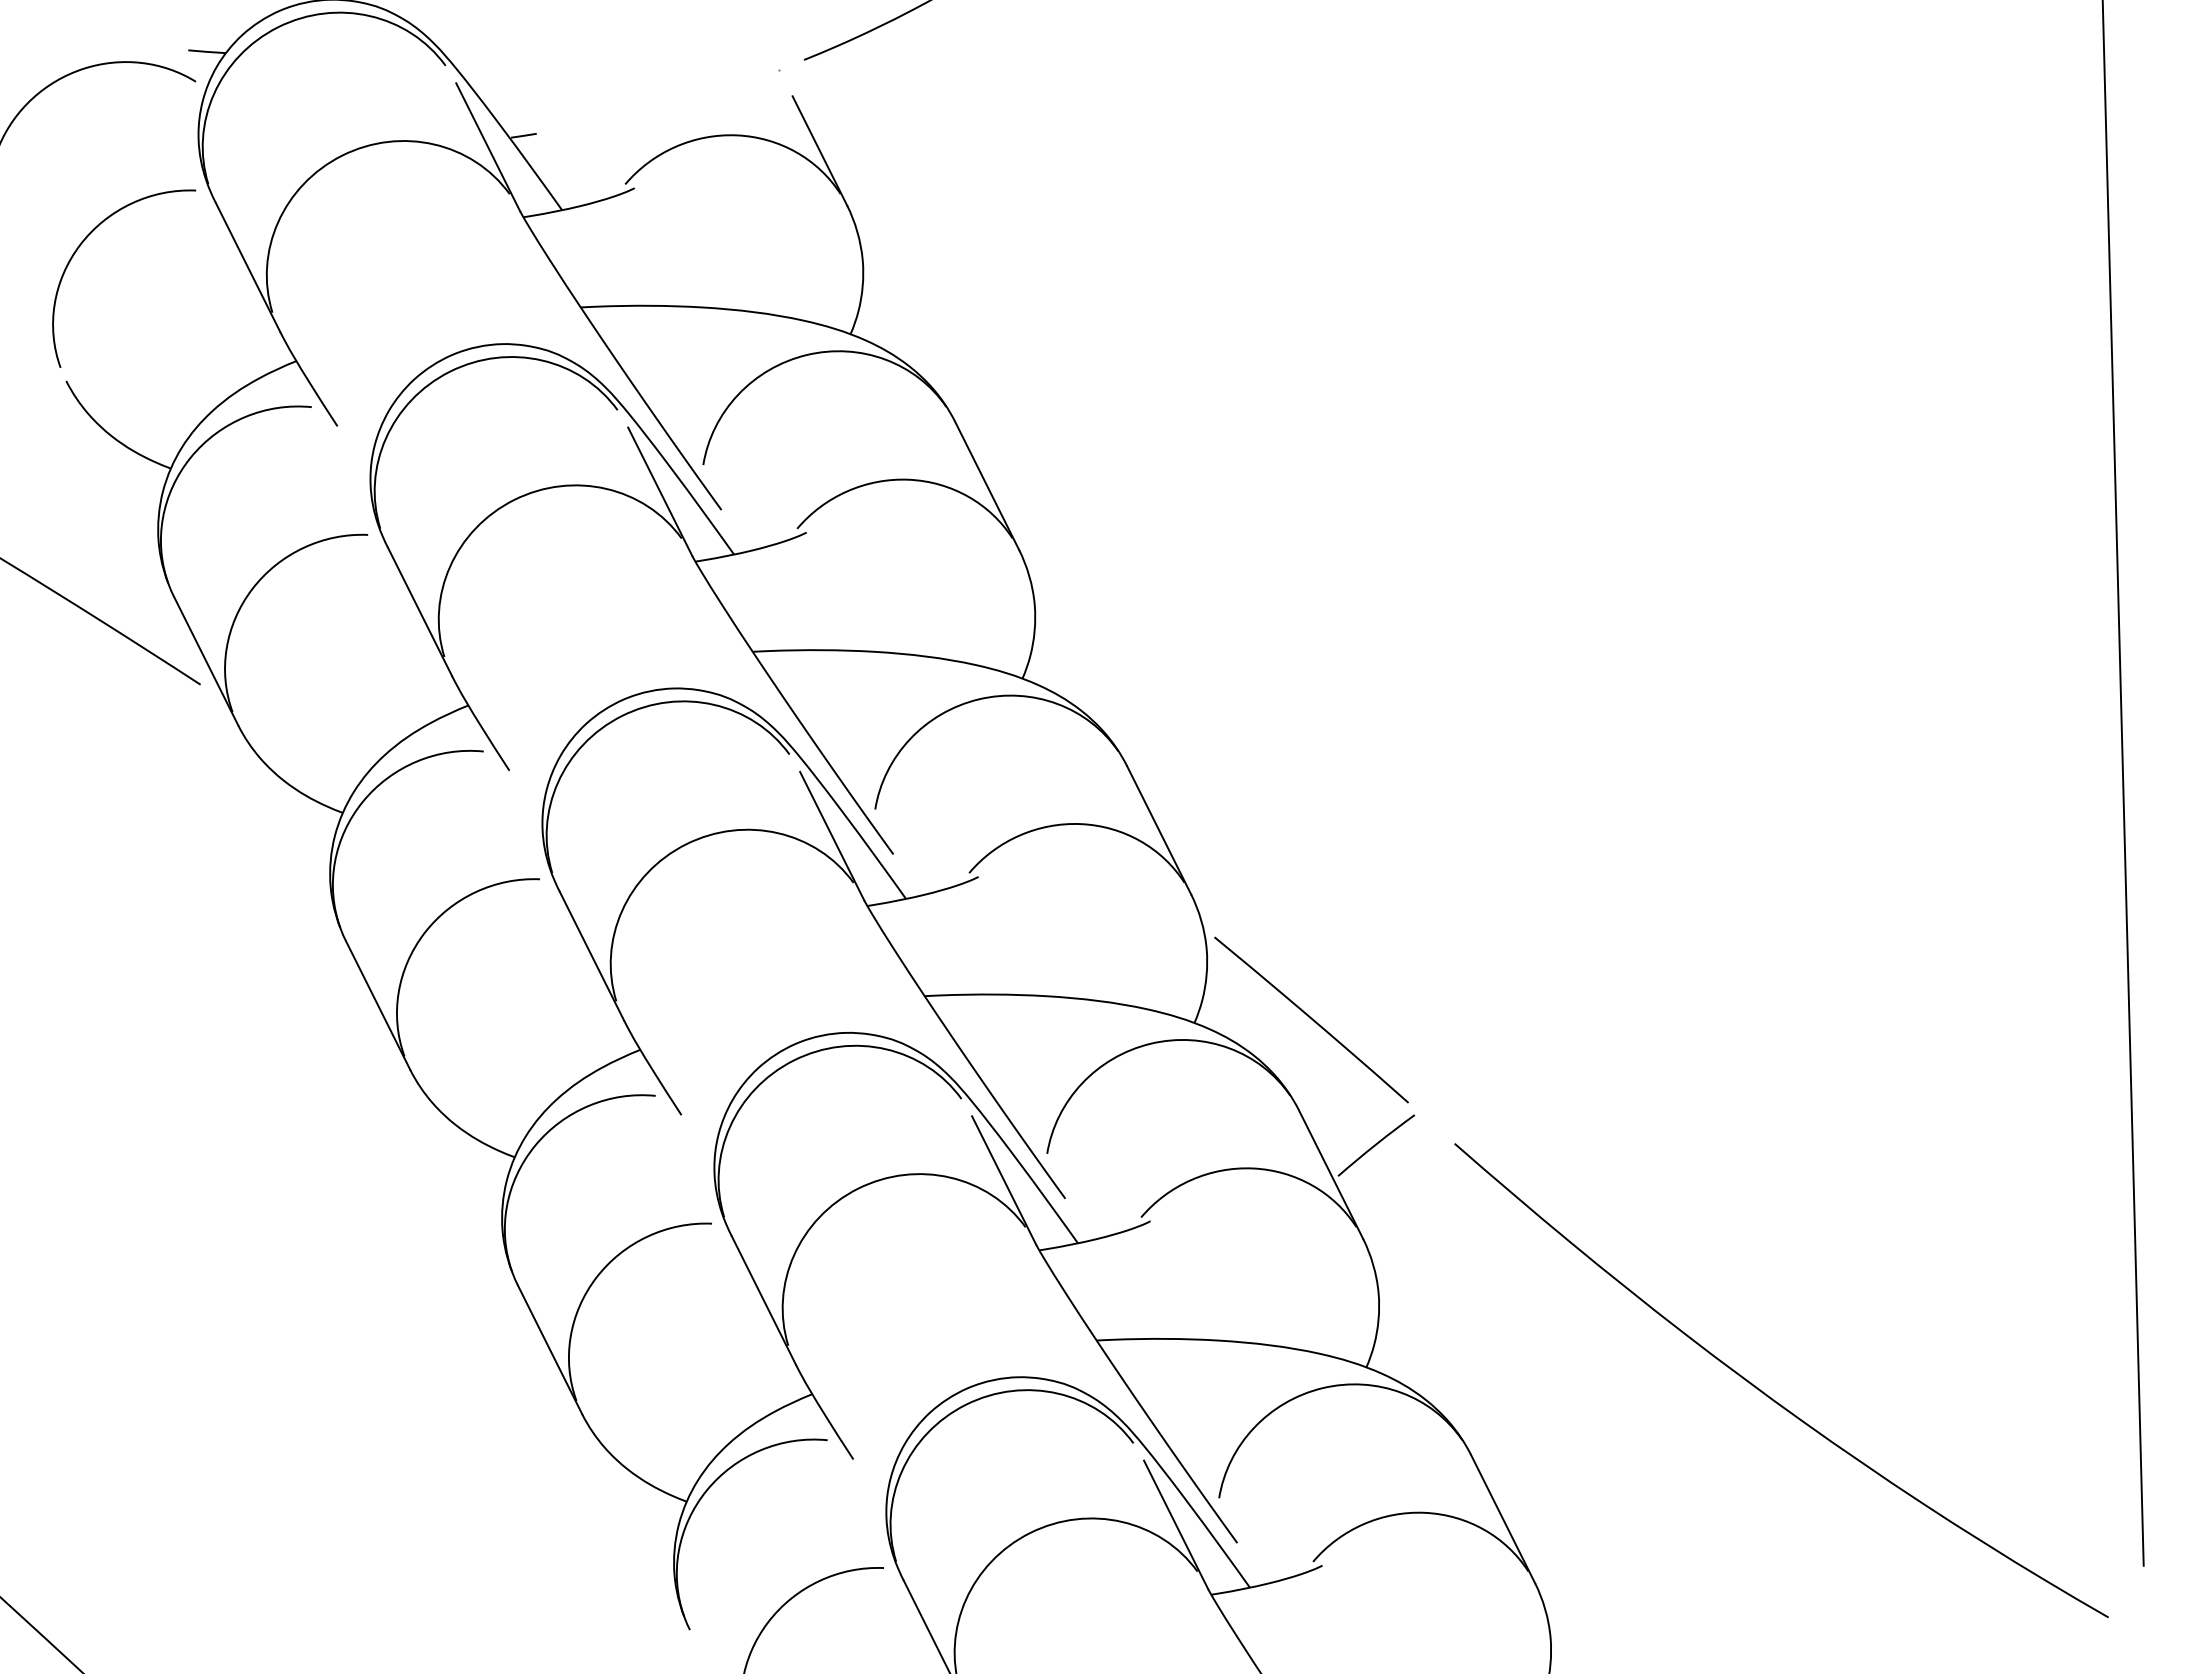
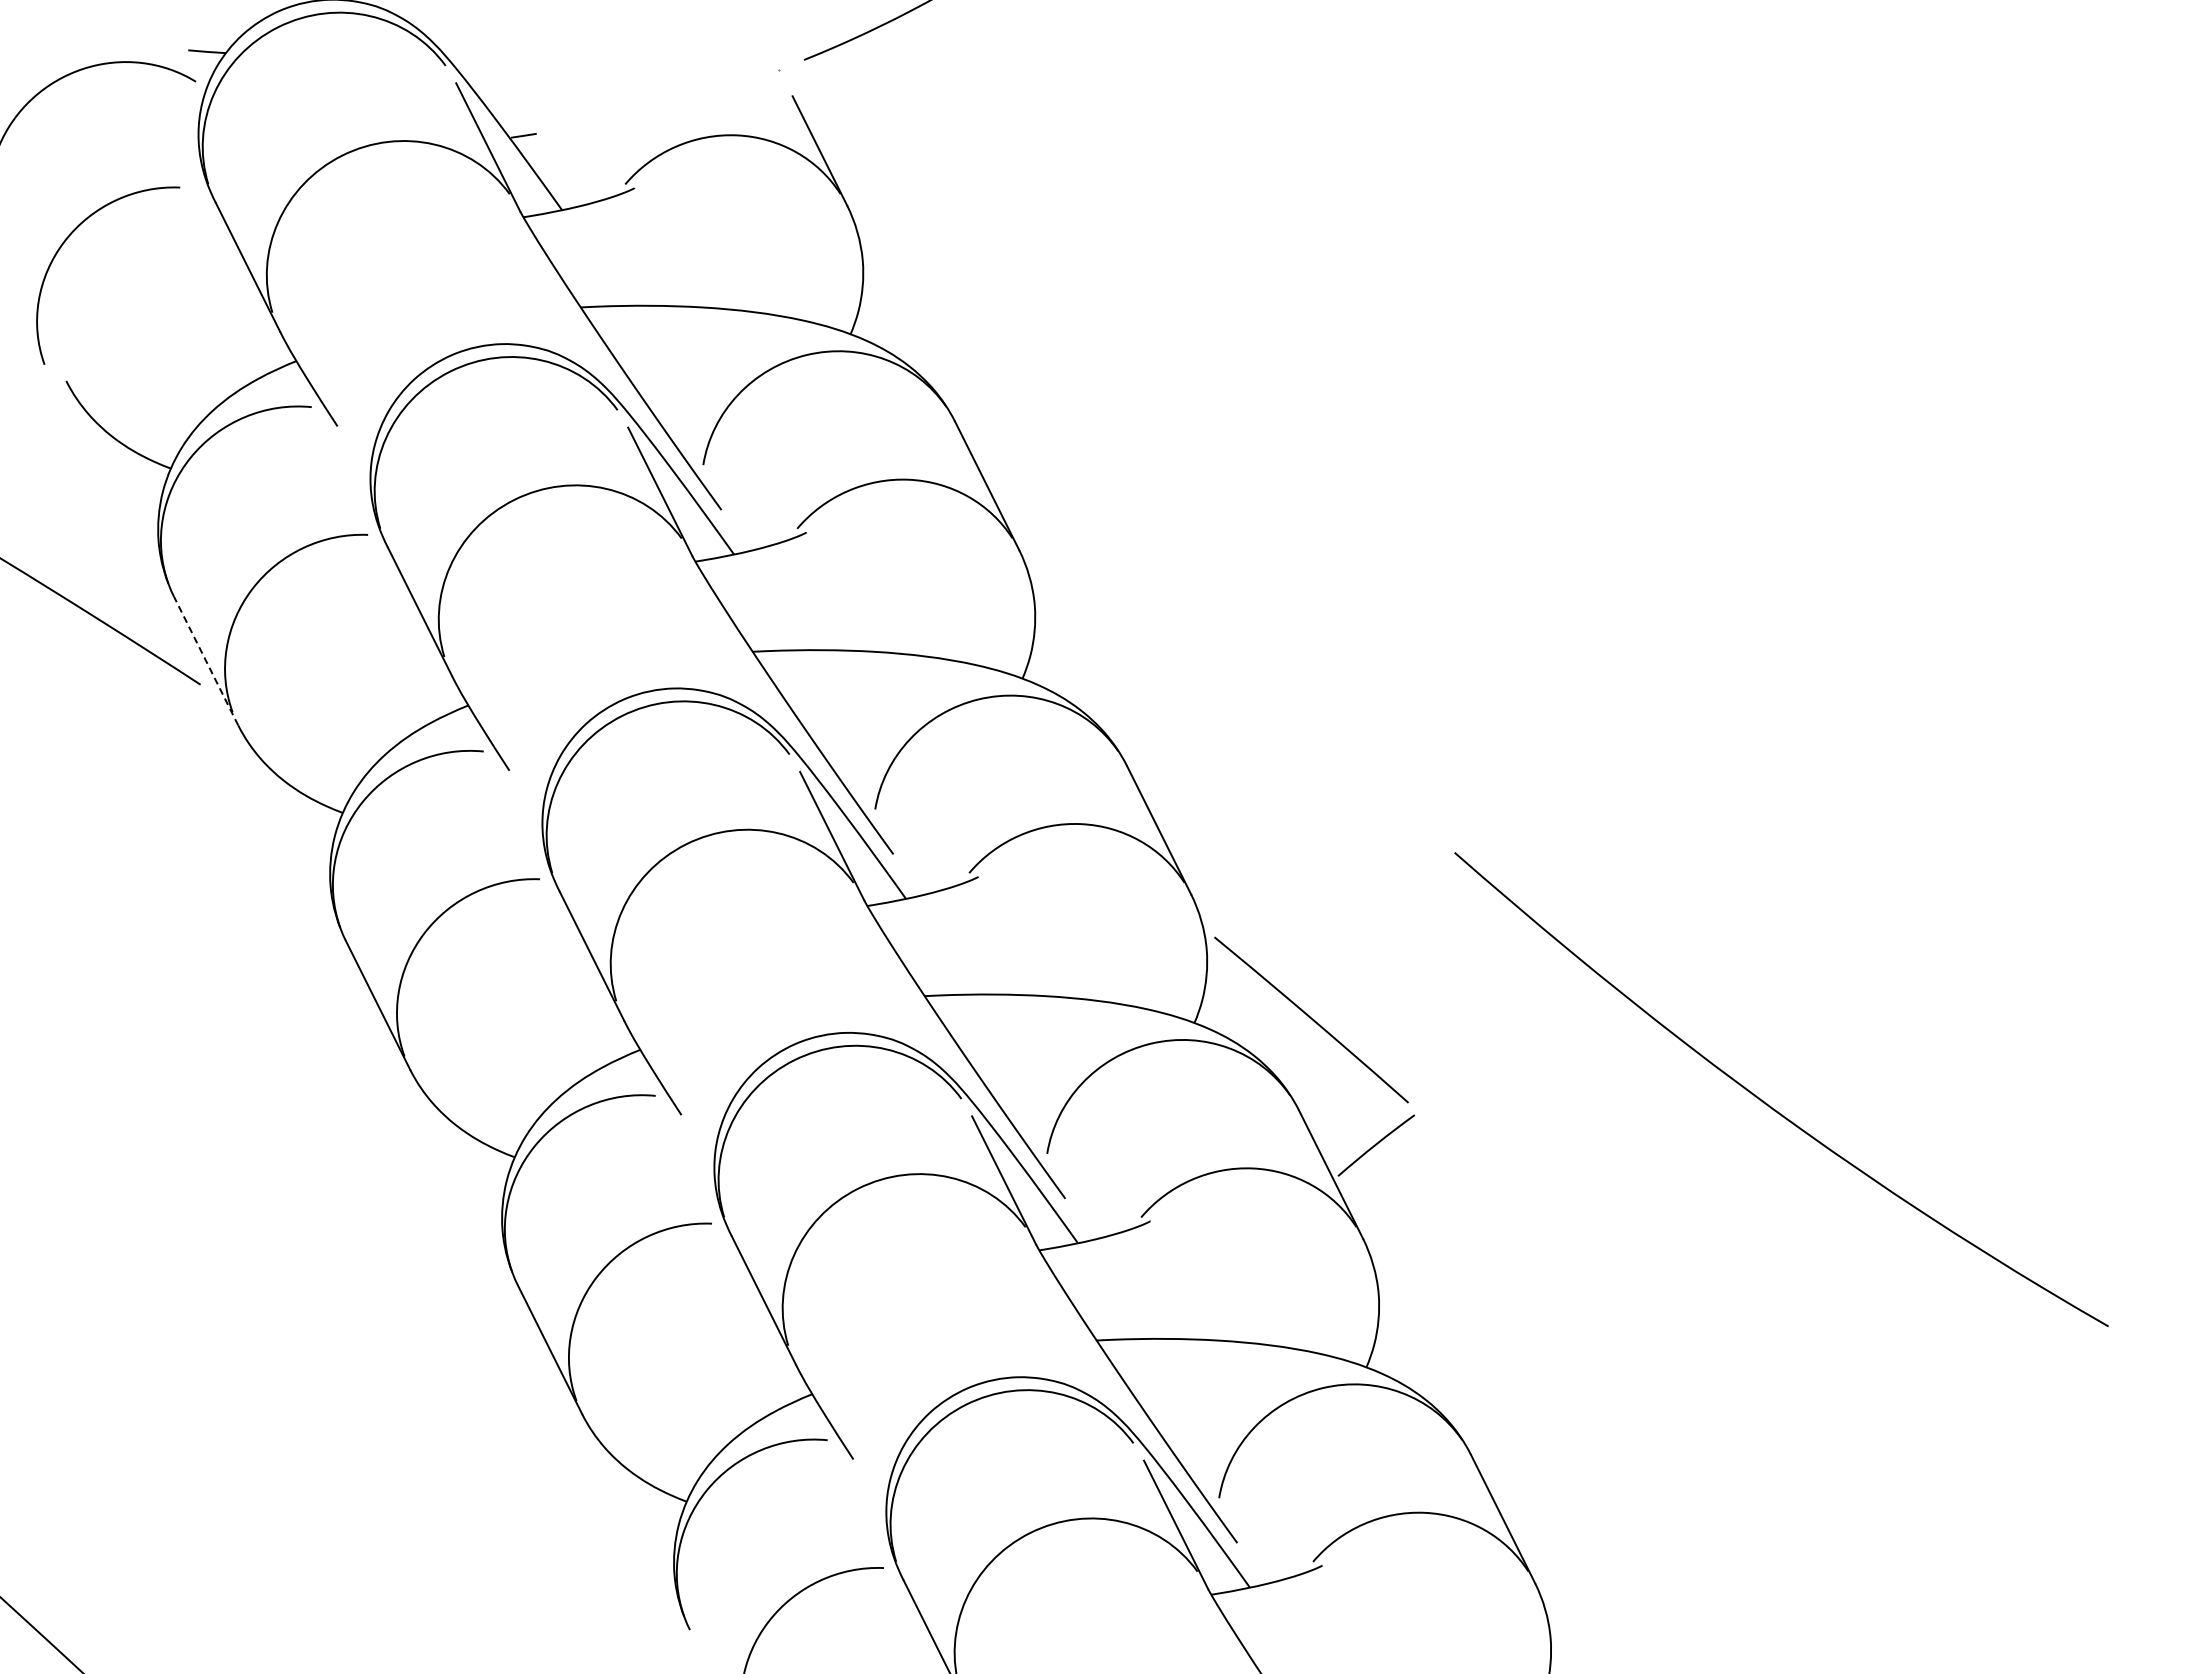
curve at (81, 245) position: (81, 245) -> (65, 242)
line at (206, 661): solid -> dashed
line at (2122, 783): present -> none
curve at (1771, 1397) position: (1771, 1397) -> (1771, 1106)
